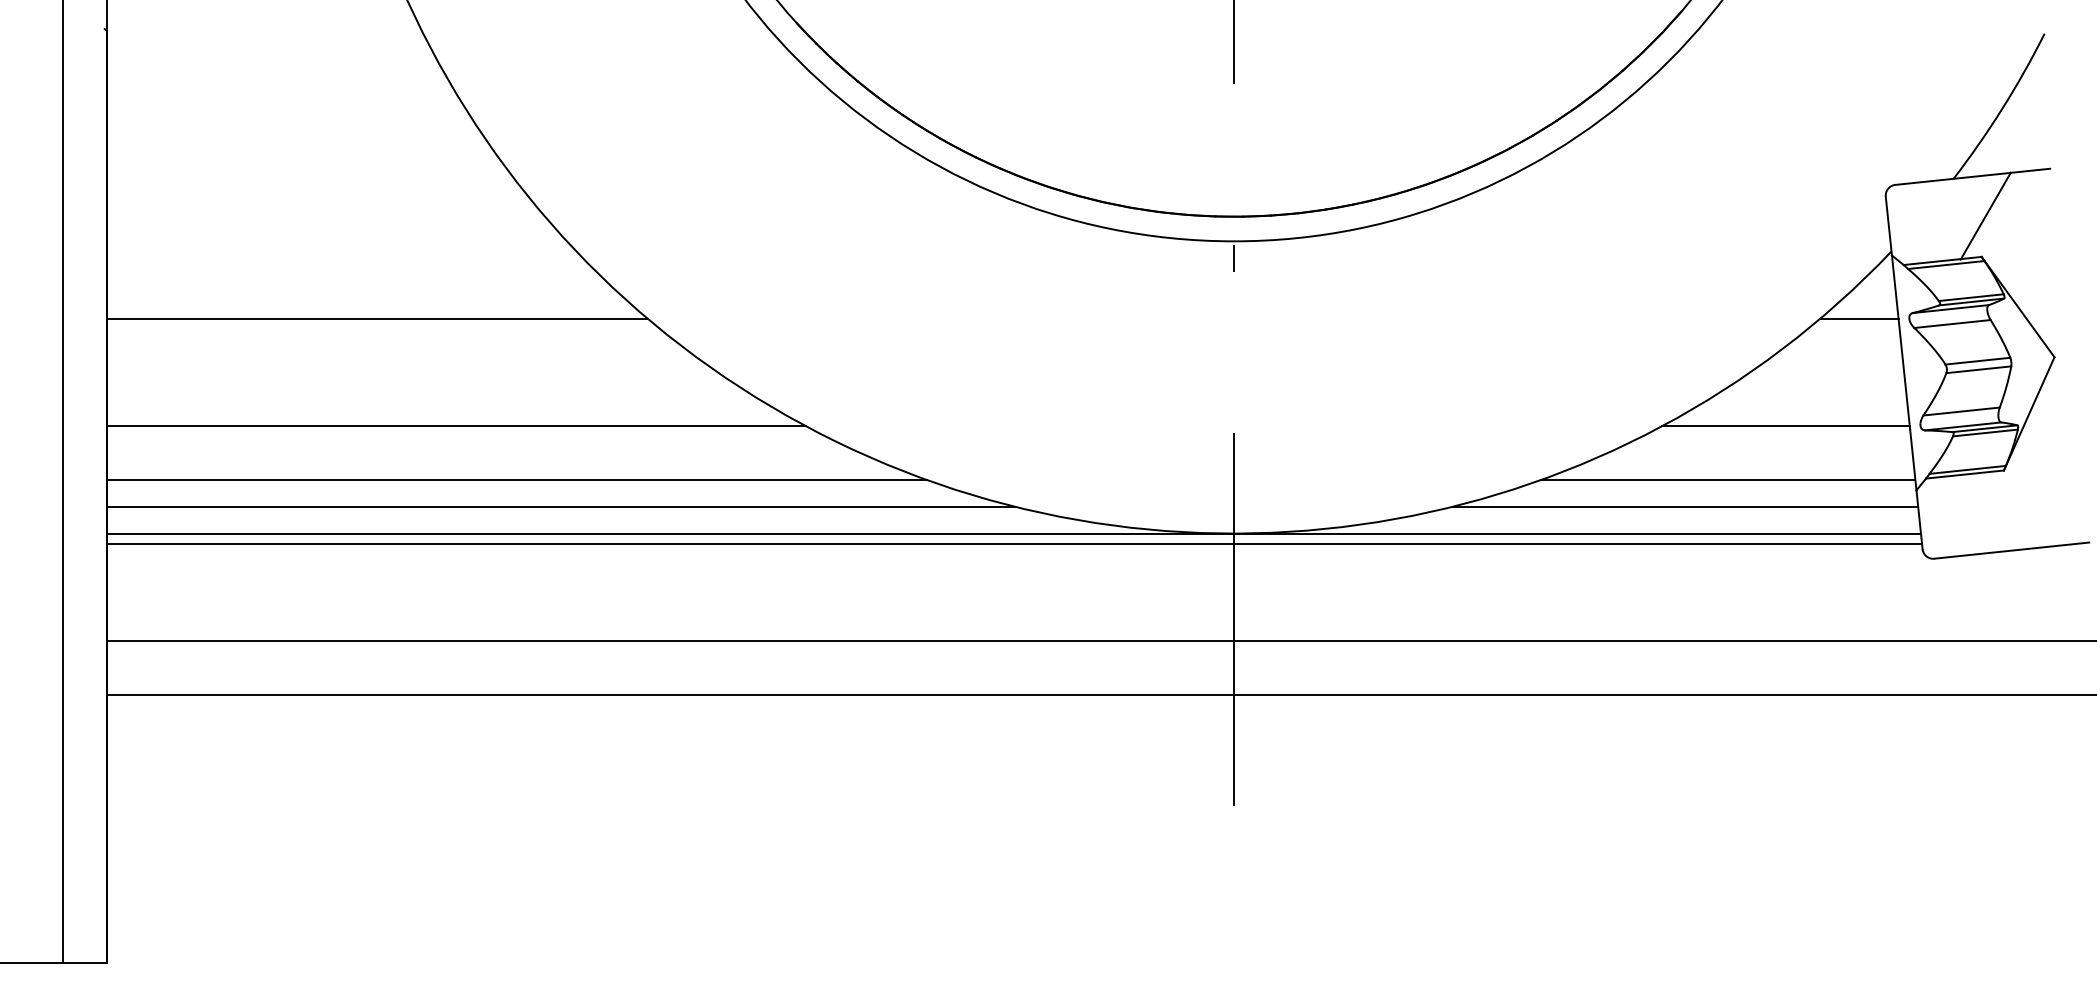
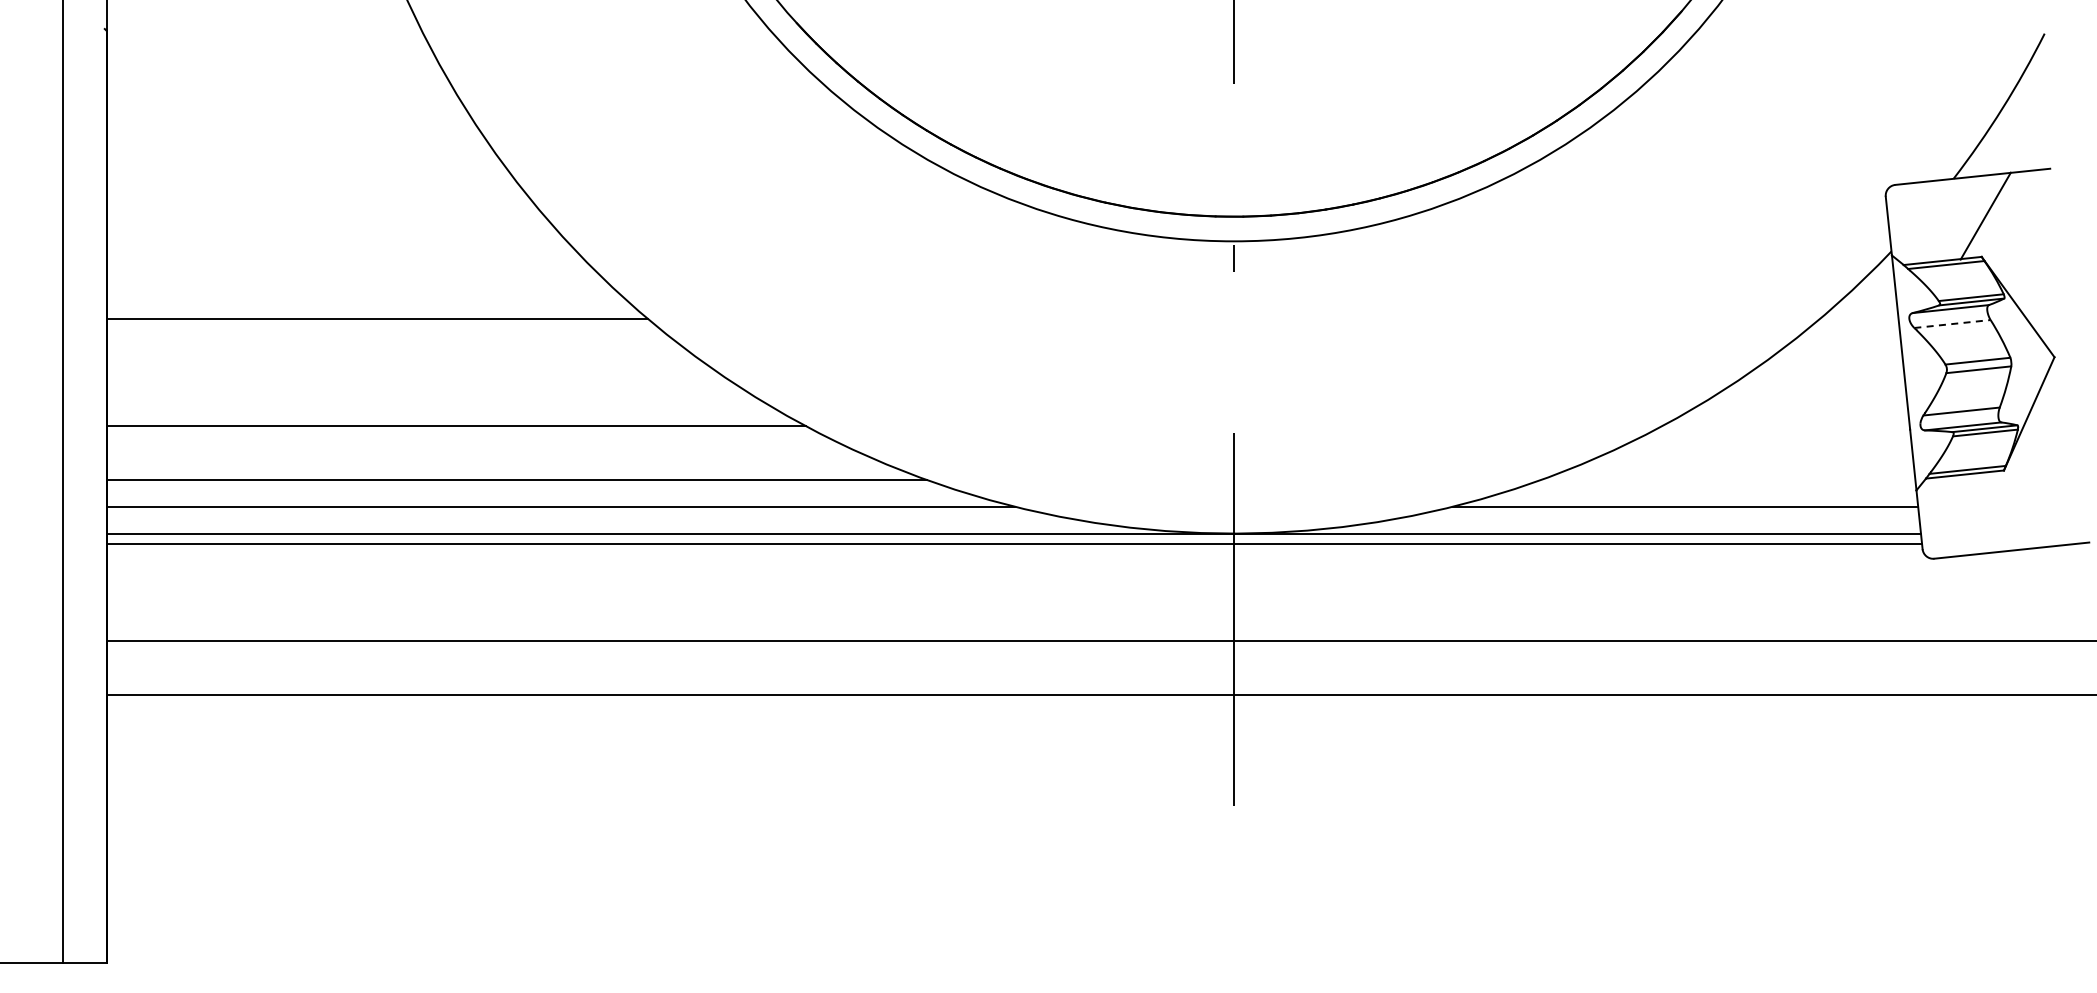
line at (1859, 318): present -> none
line at (1952, 323): solid -> dashed
line at (1785, 426): present -> none
line at (1728, 479): present -> none
